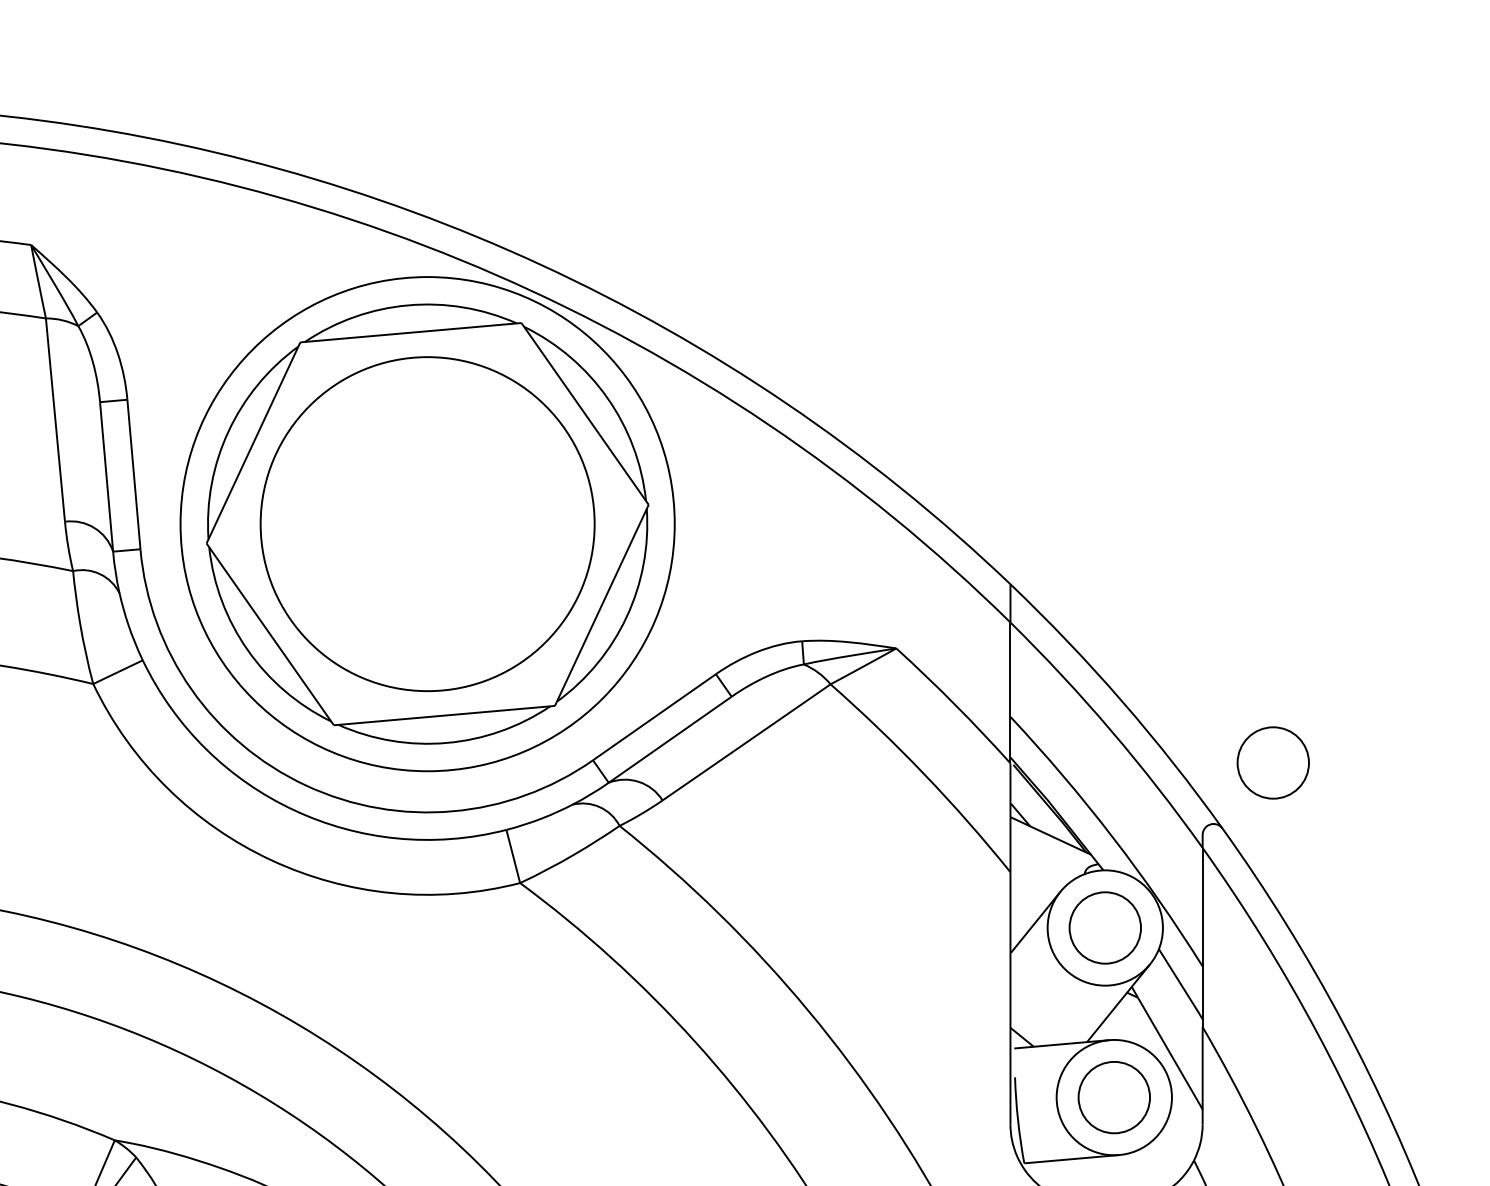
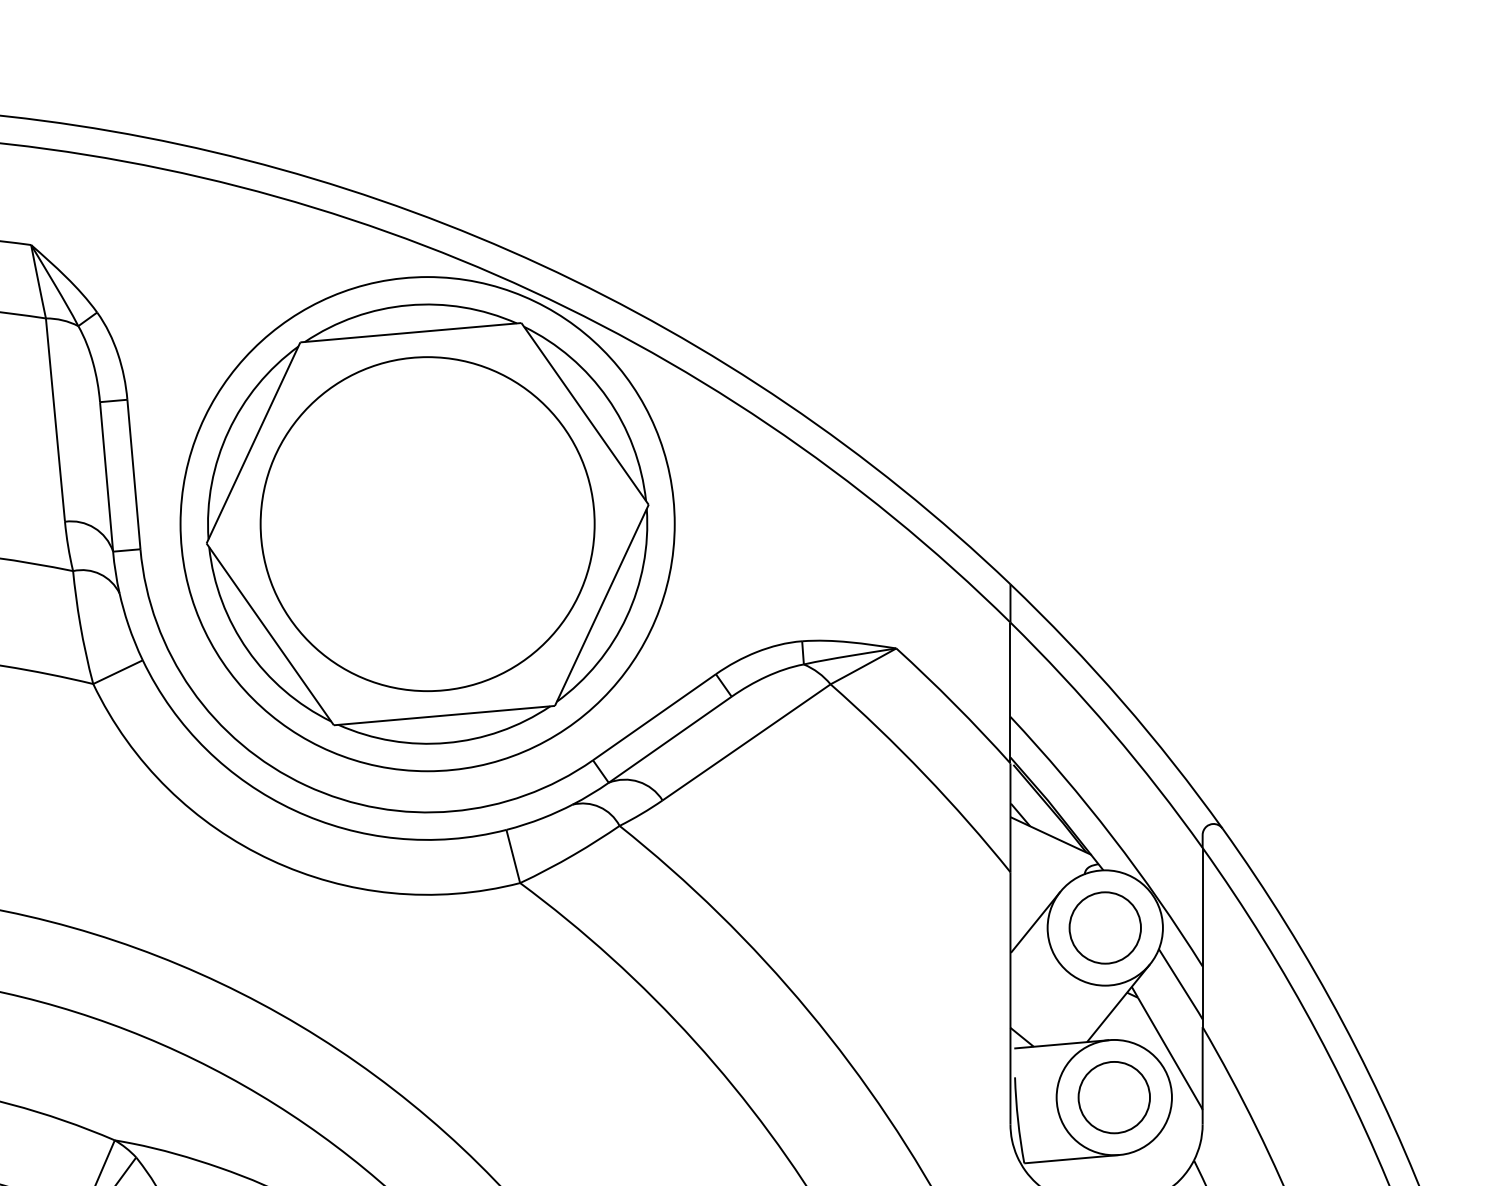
part at (1272, 762): present -> none
